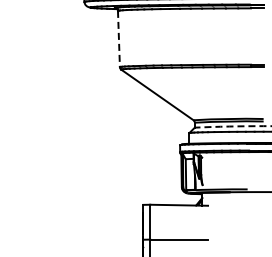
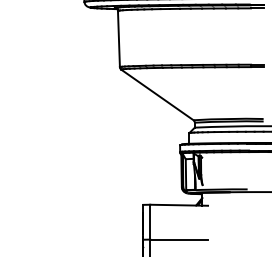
line at (118, 39): dashed -> solid
arc at (233, 126): dashed -> solid
